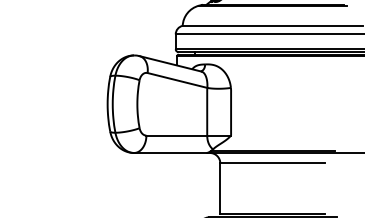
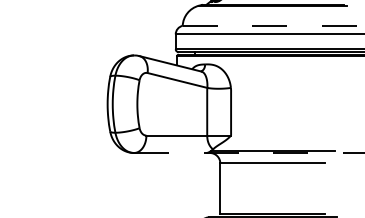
line at (273, 25): solid -> dashed
line at (249, 152): solid -> dashed
